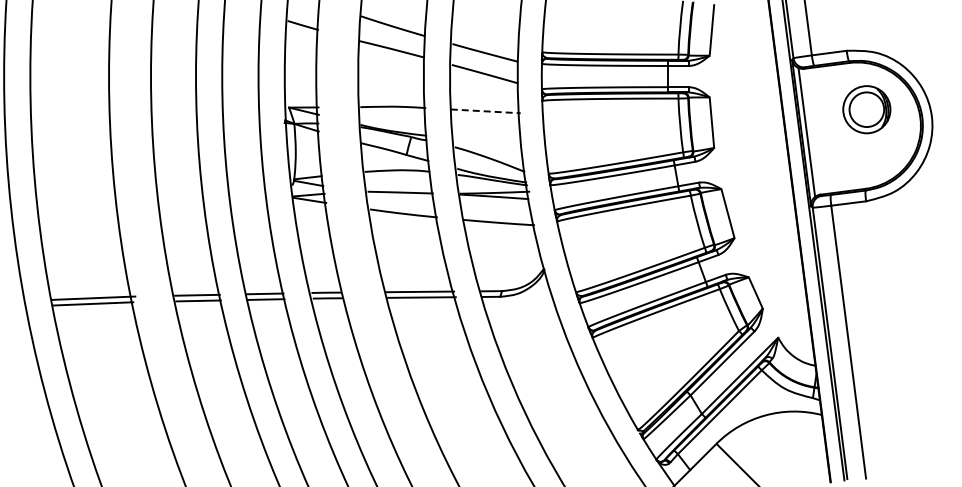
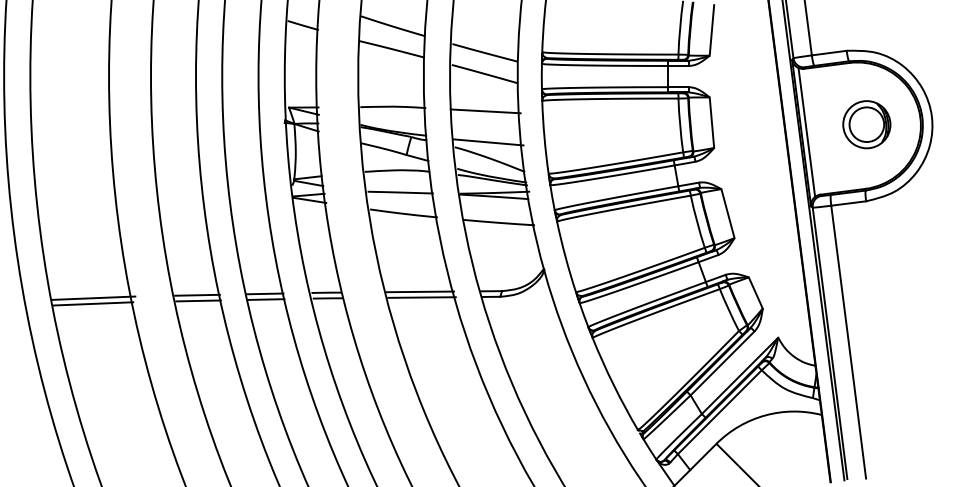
part at (866, 109) position: (866, 109) -> (866, 124)
line at (486, 111): dashed -> solid
line at (488, 142): none -> present
